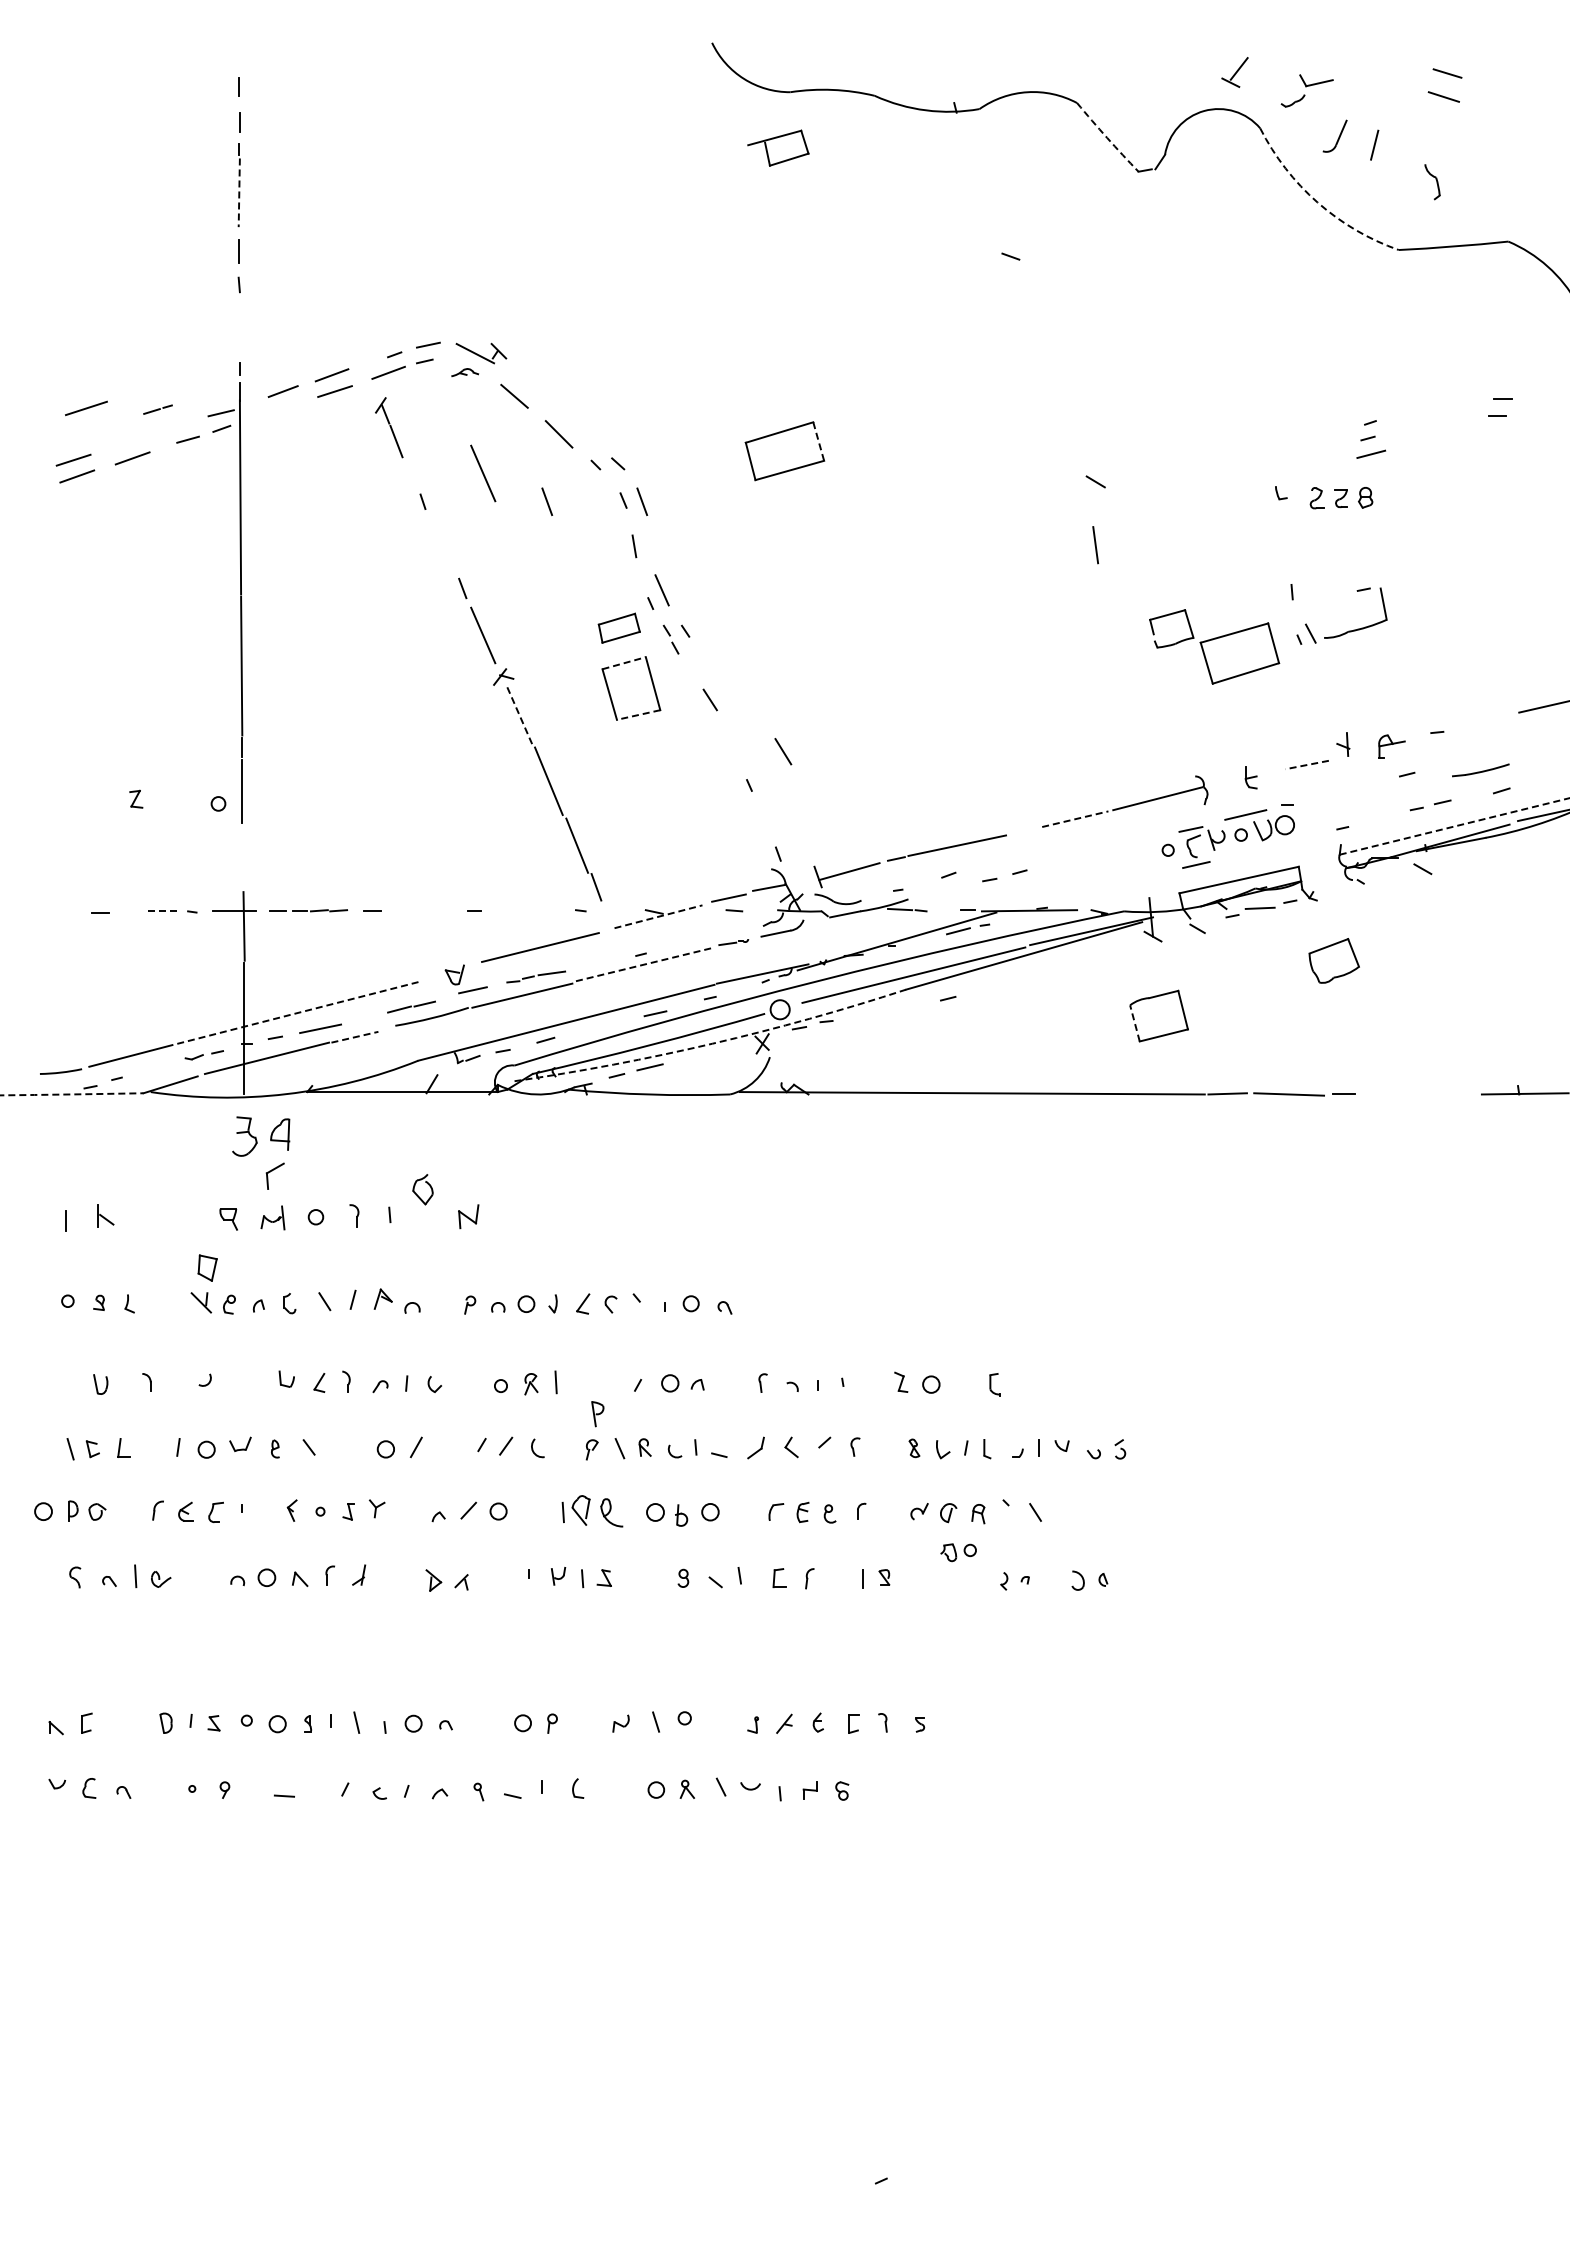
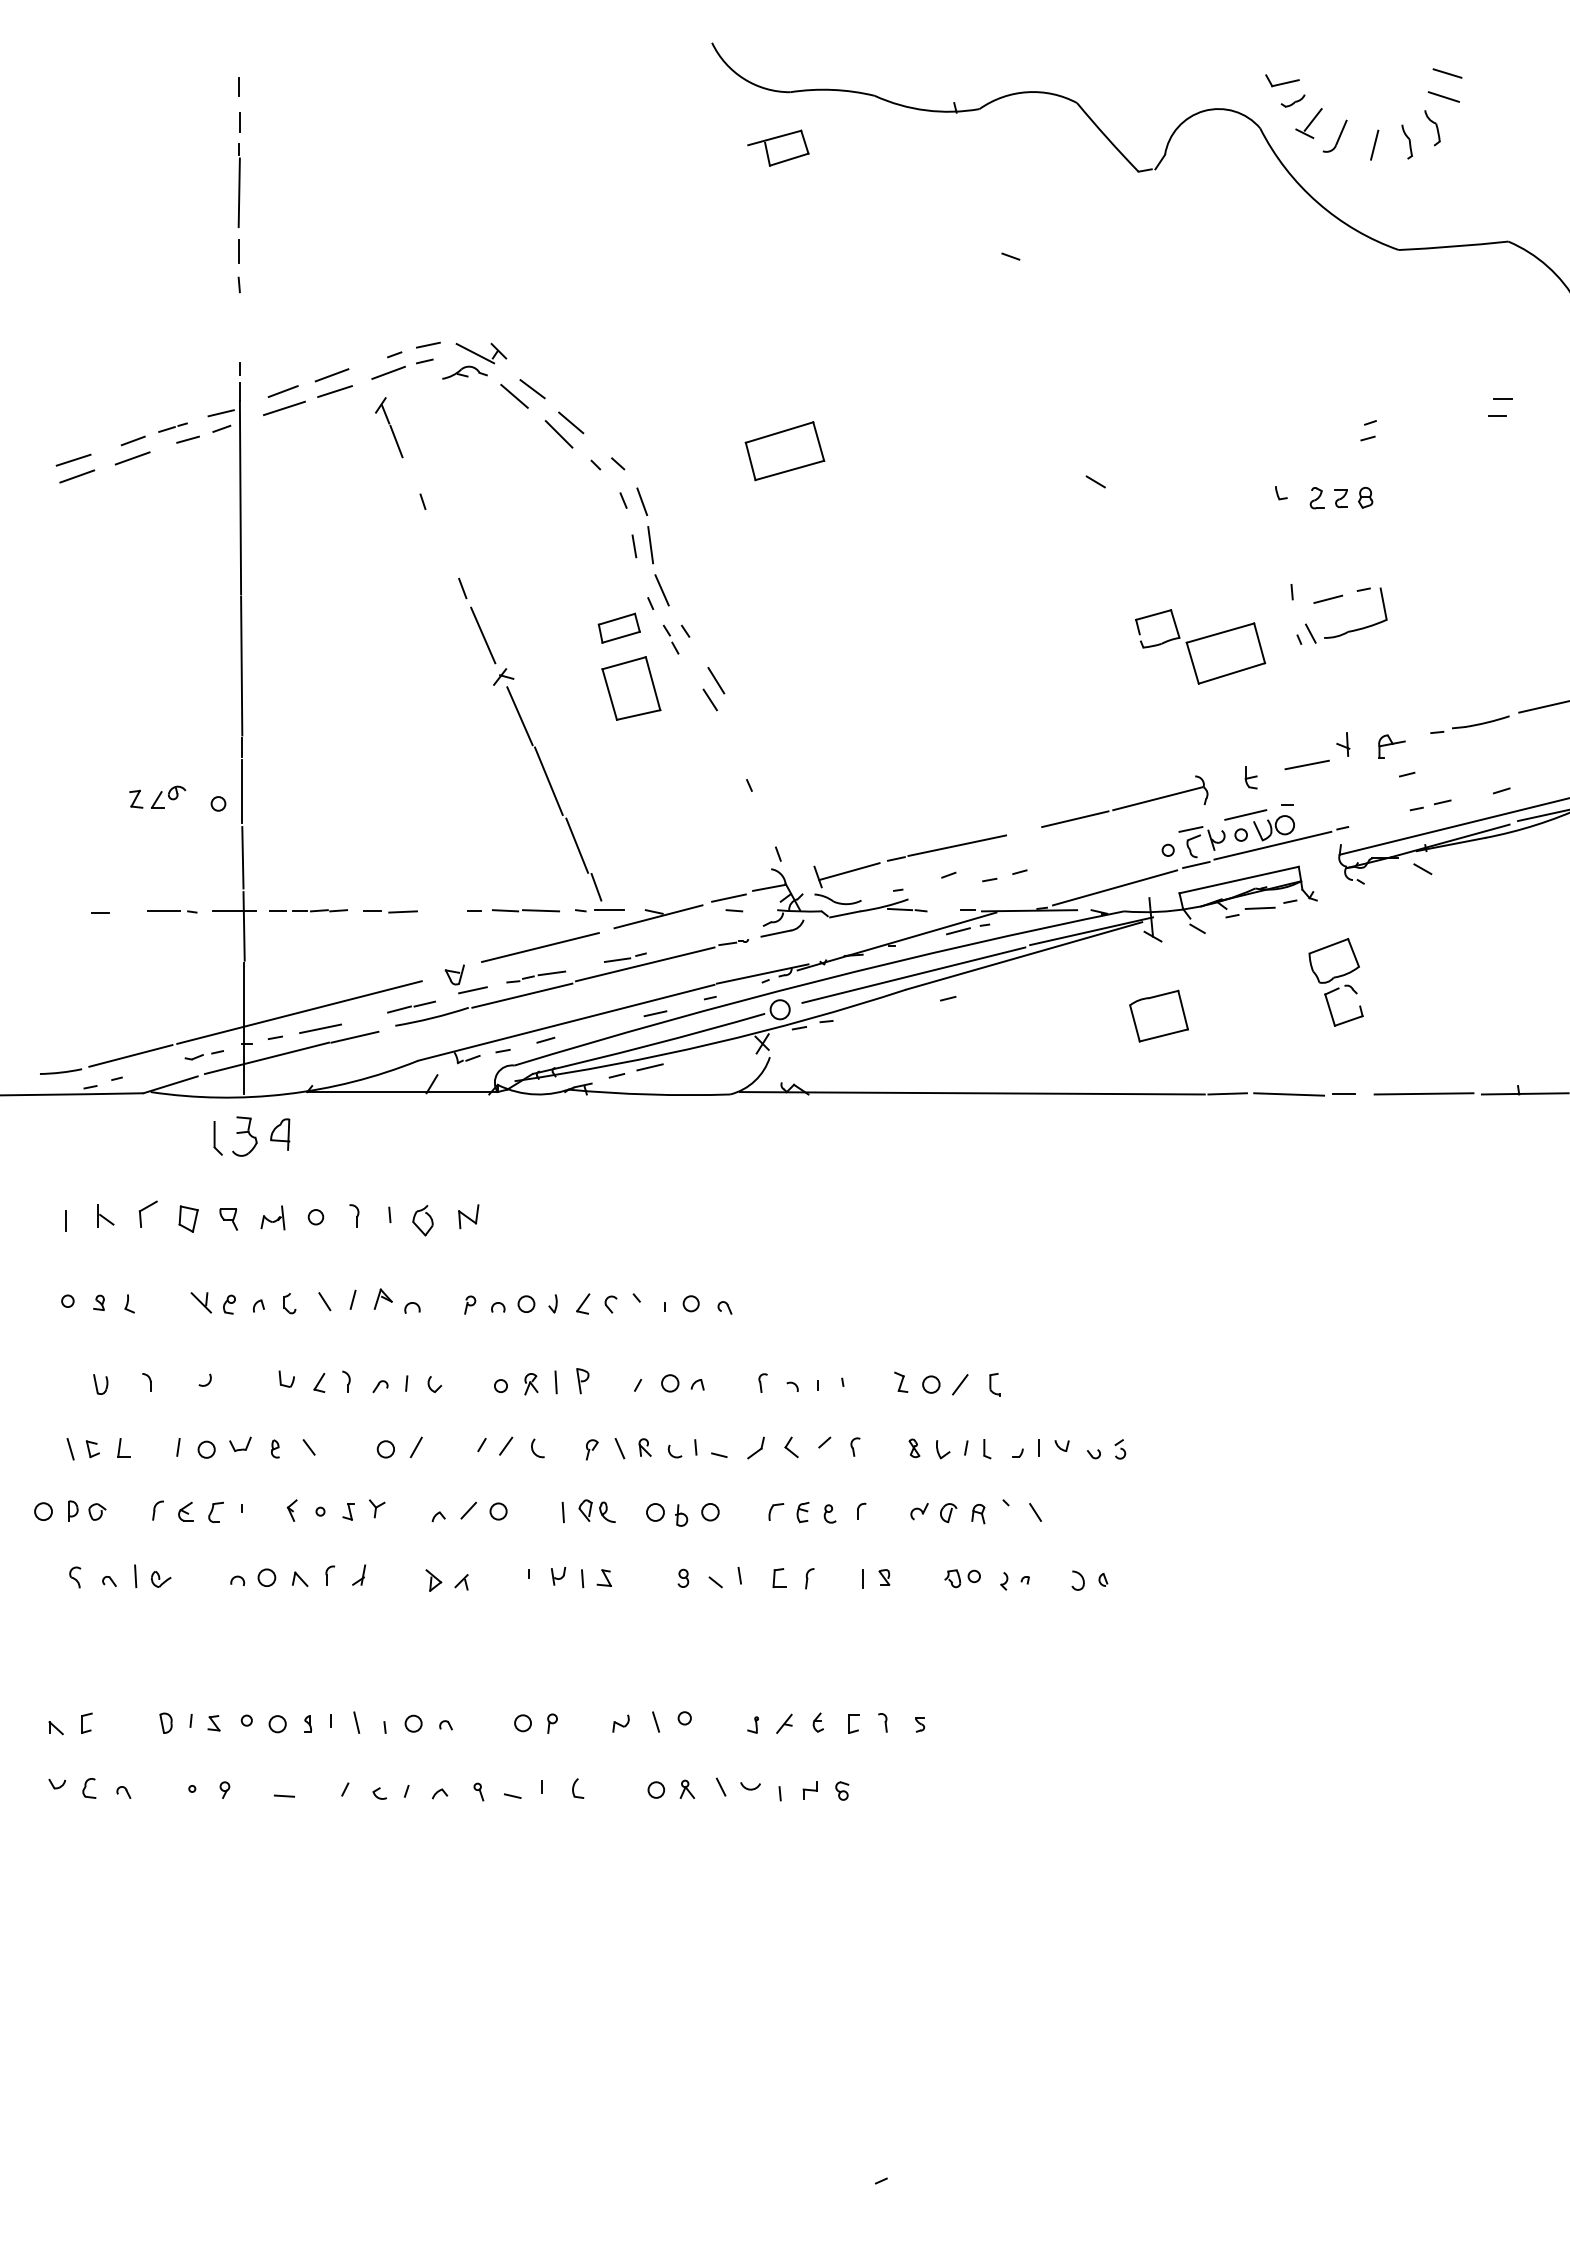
part at (1234, 72) position: (1234, 72) -> (1308, 123)
part at (1316, 80) position: (1316, 80) -> (1282, 80)
arc at (1107, 137): dashed -> solid
part at (1407, 141): none -> present
part at (1432, 182) position: (1432, 182) -> (1432, 128)
line at (239, 193): dashed -> solid
arc at (1317, 202): dashed -> solid
part at (465, 372) size: 29x9 px -> 46x15 px
line at (532, 389): none -> present
line at (86, 407) position: (86, 407) -> (284, 407)
line at (157, 409) position: (157, 409) -> (172, 427)
line at (571, 422): none -> present
line at (132, 440): none -> present
line at (818, 442): dashed -> solid
line at (1371, 453) position: (1371, 453) -> (1328, 598)
line at (483, 473): present -> none
line at (547, 501): present -> none
line at (1095, 545) position: (1095, 545) -> (650, 545)
part at (1214, 646) position: (1214, 646) -> (1200, 646)
line at (624, 663): dashed -> solid
line at (638, 715): dashed -> solid
line at (519, 716): dashed -> solid
line at (783, 751) position: (783, 751) -> (716, 680)
line at (1306, 765): dashed -> solid
part at (1480, 770) position: (1480, 770) -> (1480, 722)
part at (168, 796): none -> present
line at (1075, 819): dashed -> solid
line at (1455, 826): dashed -> solid
line at (1272, 845): none -> present
line at (242, 857): none -> present
line at (1115, 887): none -> present
line at (609, 909): none -> present
line at (525, 910): none -> present
line at (164, 911): dashed -> solid
line at (402, 911): none -> present
line at (658, 916): dashed -> solid
line at (617, 959): none -> present
line at (645, 964): dashed -> solid
part at (1331, 1010): none -> present
line at (300, 1012): dashed -> solid
line at (1134, 1023): dashed -> solid
line at (355, 1037): dashed -> solid
arc at (712, 1043): dashed -> solid
line at (1423, 1093): none -> present
arc at (72, 1094): dashed -> solid
part at (217, 1138): none -> present
part at (274, 1175) position: (274, 1175) -> (147, 1213)
part at (427, 1184) position: (427, 1184) -> (427, 1215)
part at (207, 1267) position: (207, 1267) -> (188, 1218)
line at (960, 1384): none -> present
part at (597, 1414) position: (597, 1414) -> (582, 1381)
part at (597, 1511) size: 53x33 px -> 38x24 px
part at (958, 1552) position: (958, 1552) -> (962, 1578)
